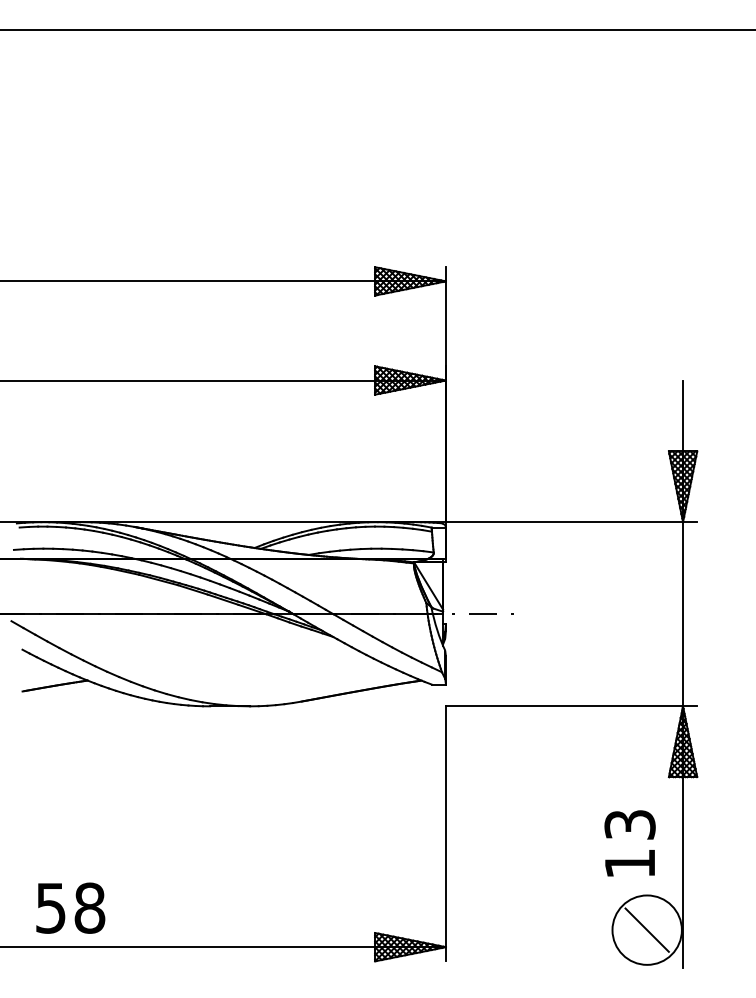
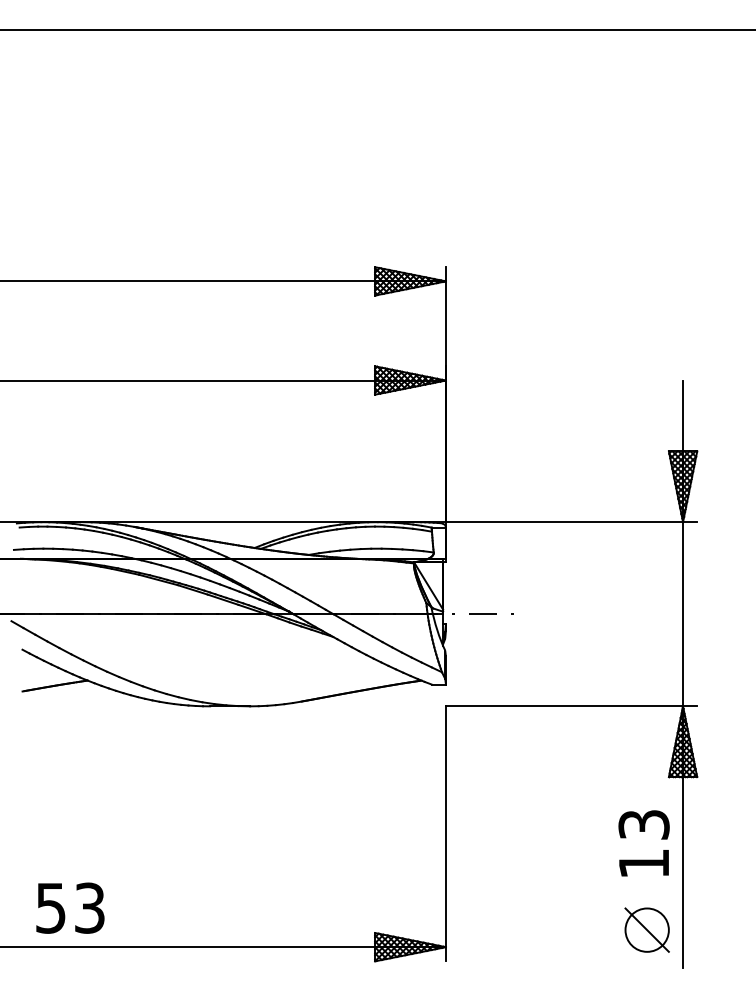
text at (629, 843) position: (629, 843) -> (643, 843)
text at (89, 907): 58 -> 53
circle at (646, 929) diameter: 69 px -> 43 px
